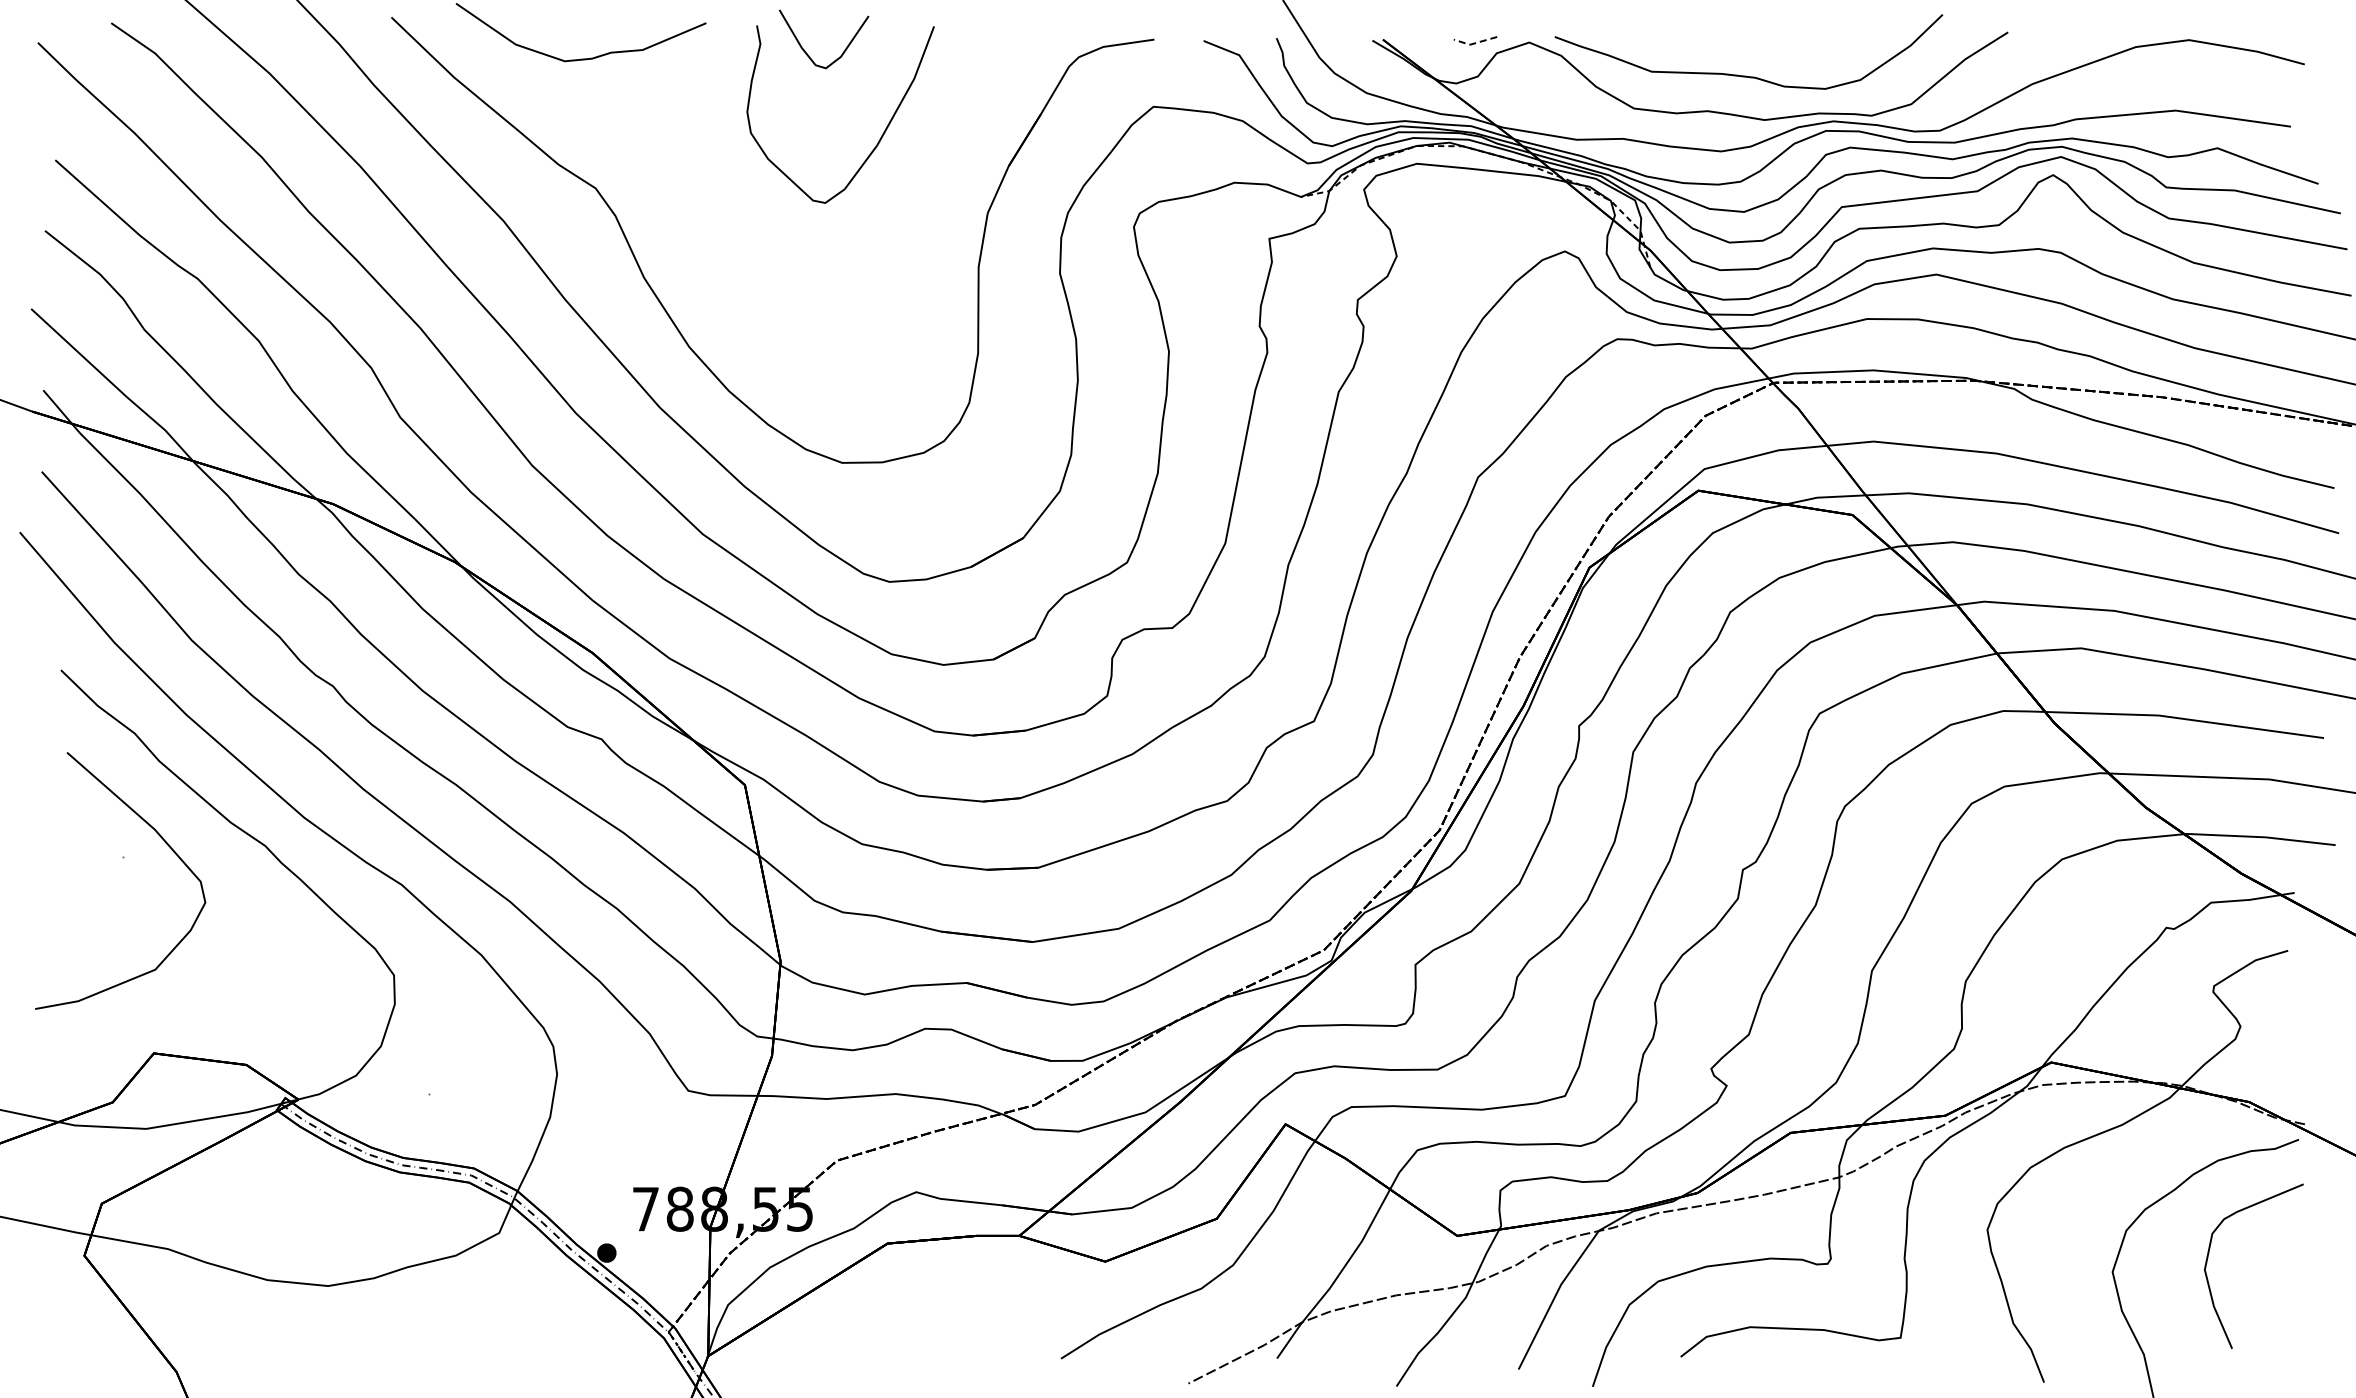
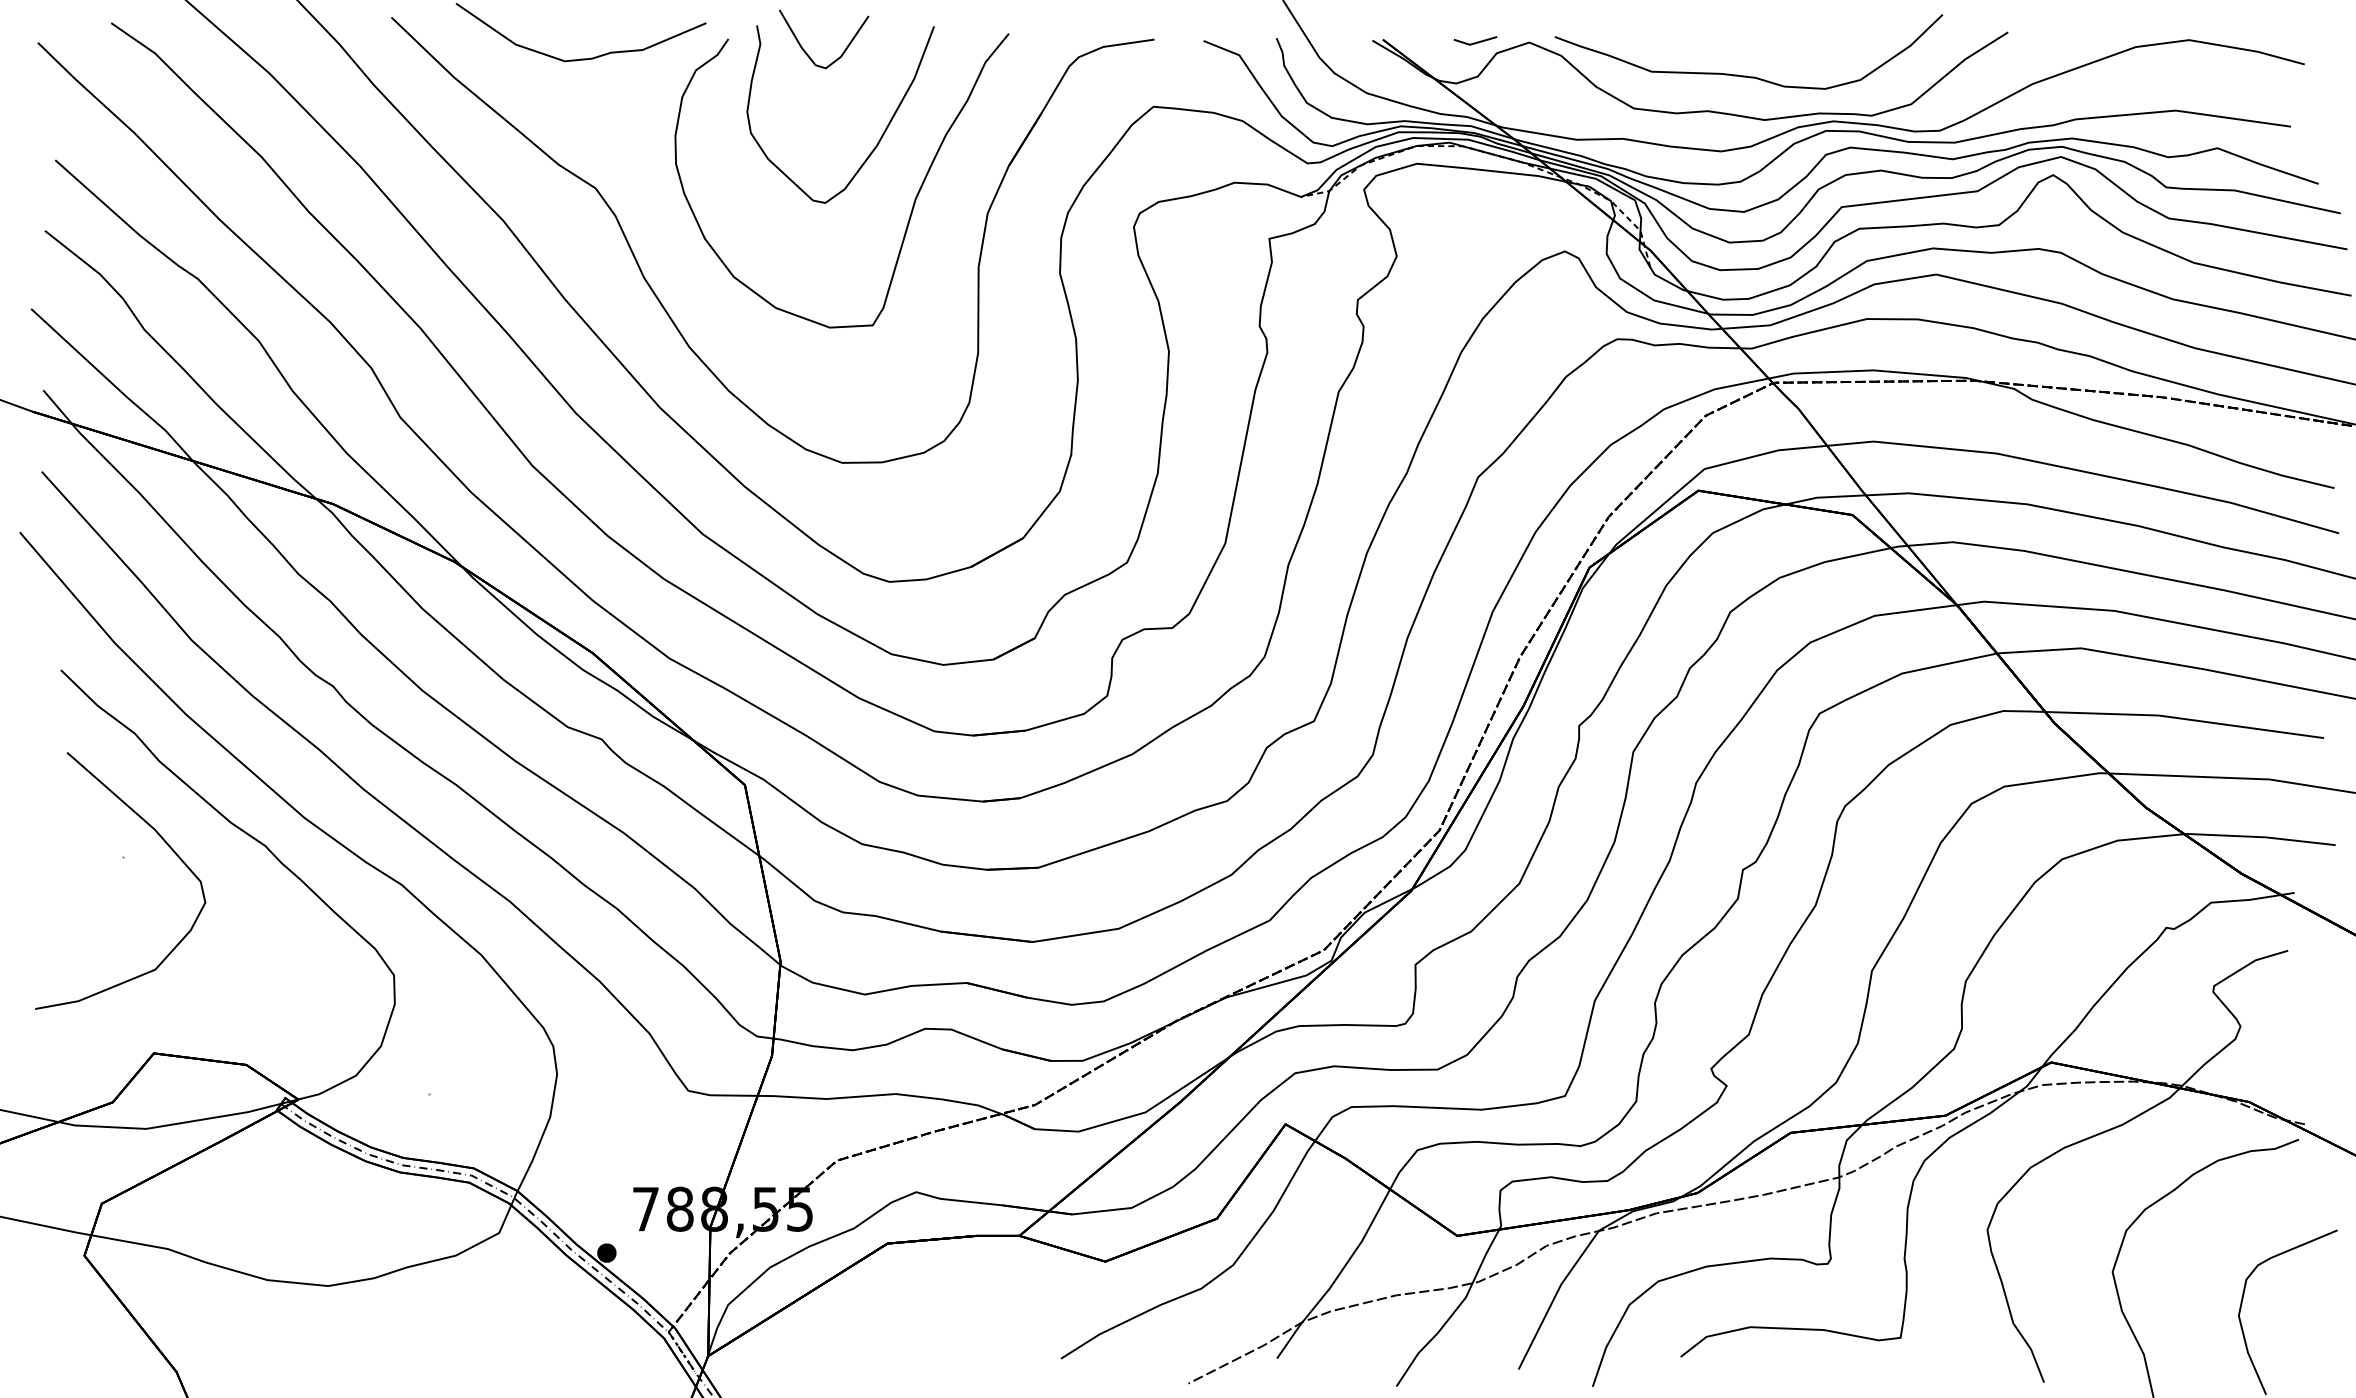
line at (1474, 43): dashed -> solid
curve at (912, 205): none -> present
curve at (2208, 1258) position: (2208, 1258) -> (2242, 1304)
